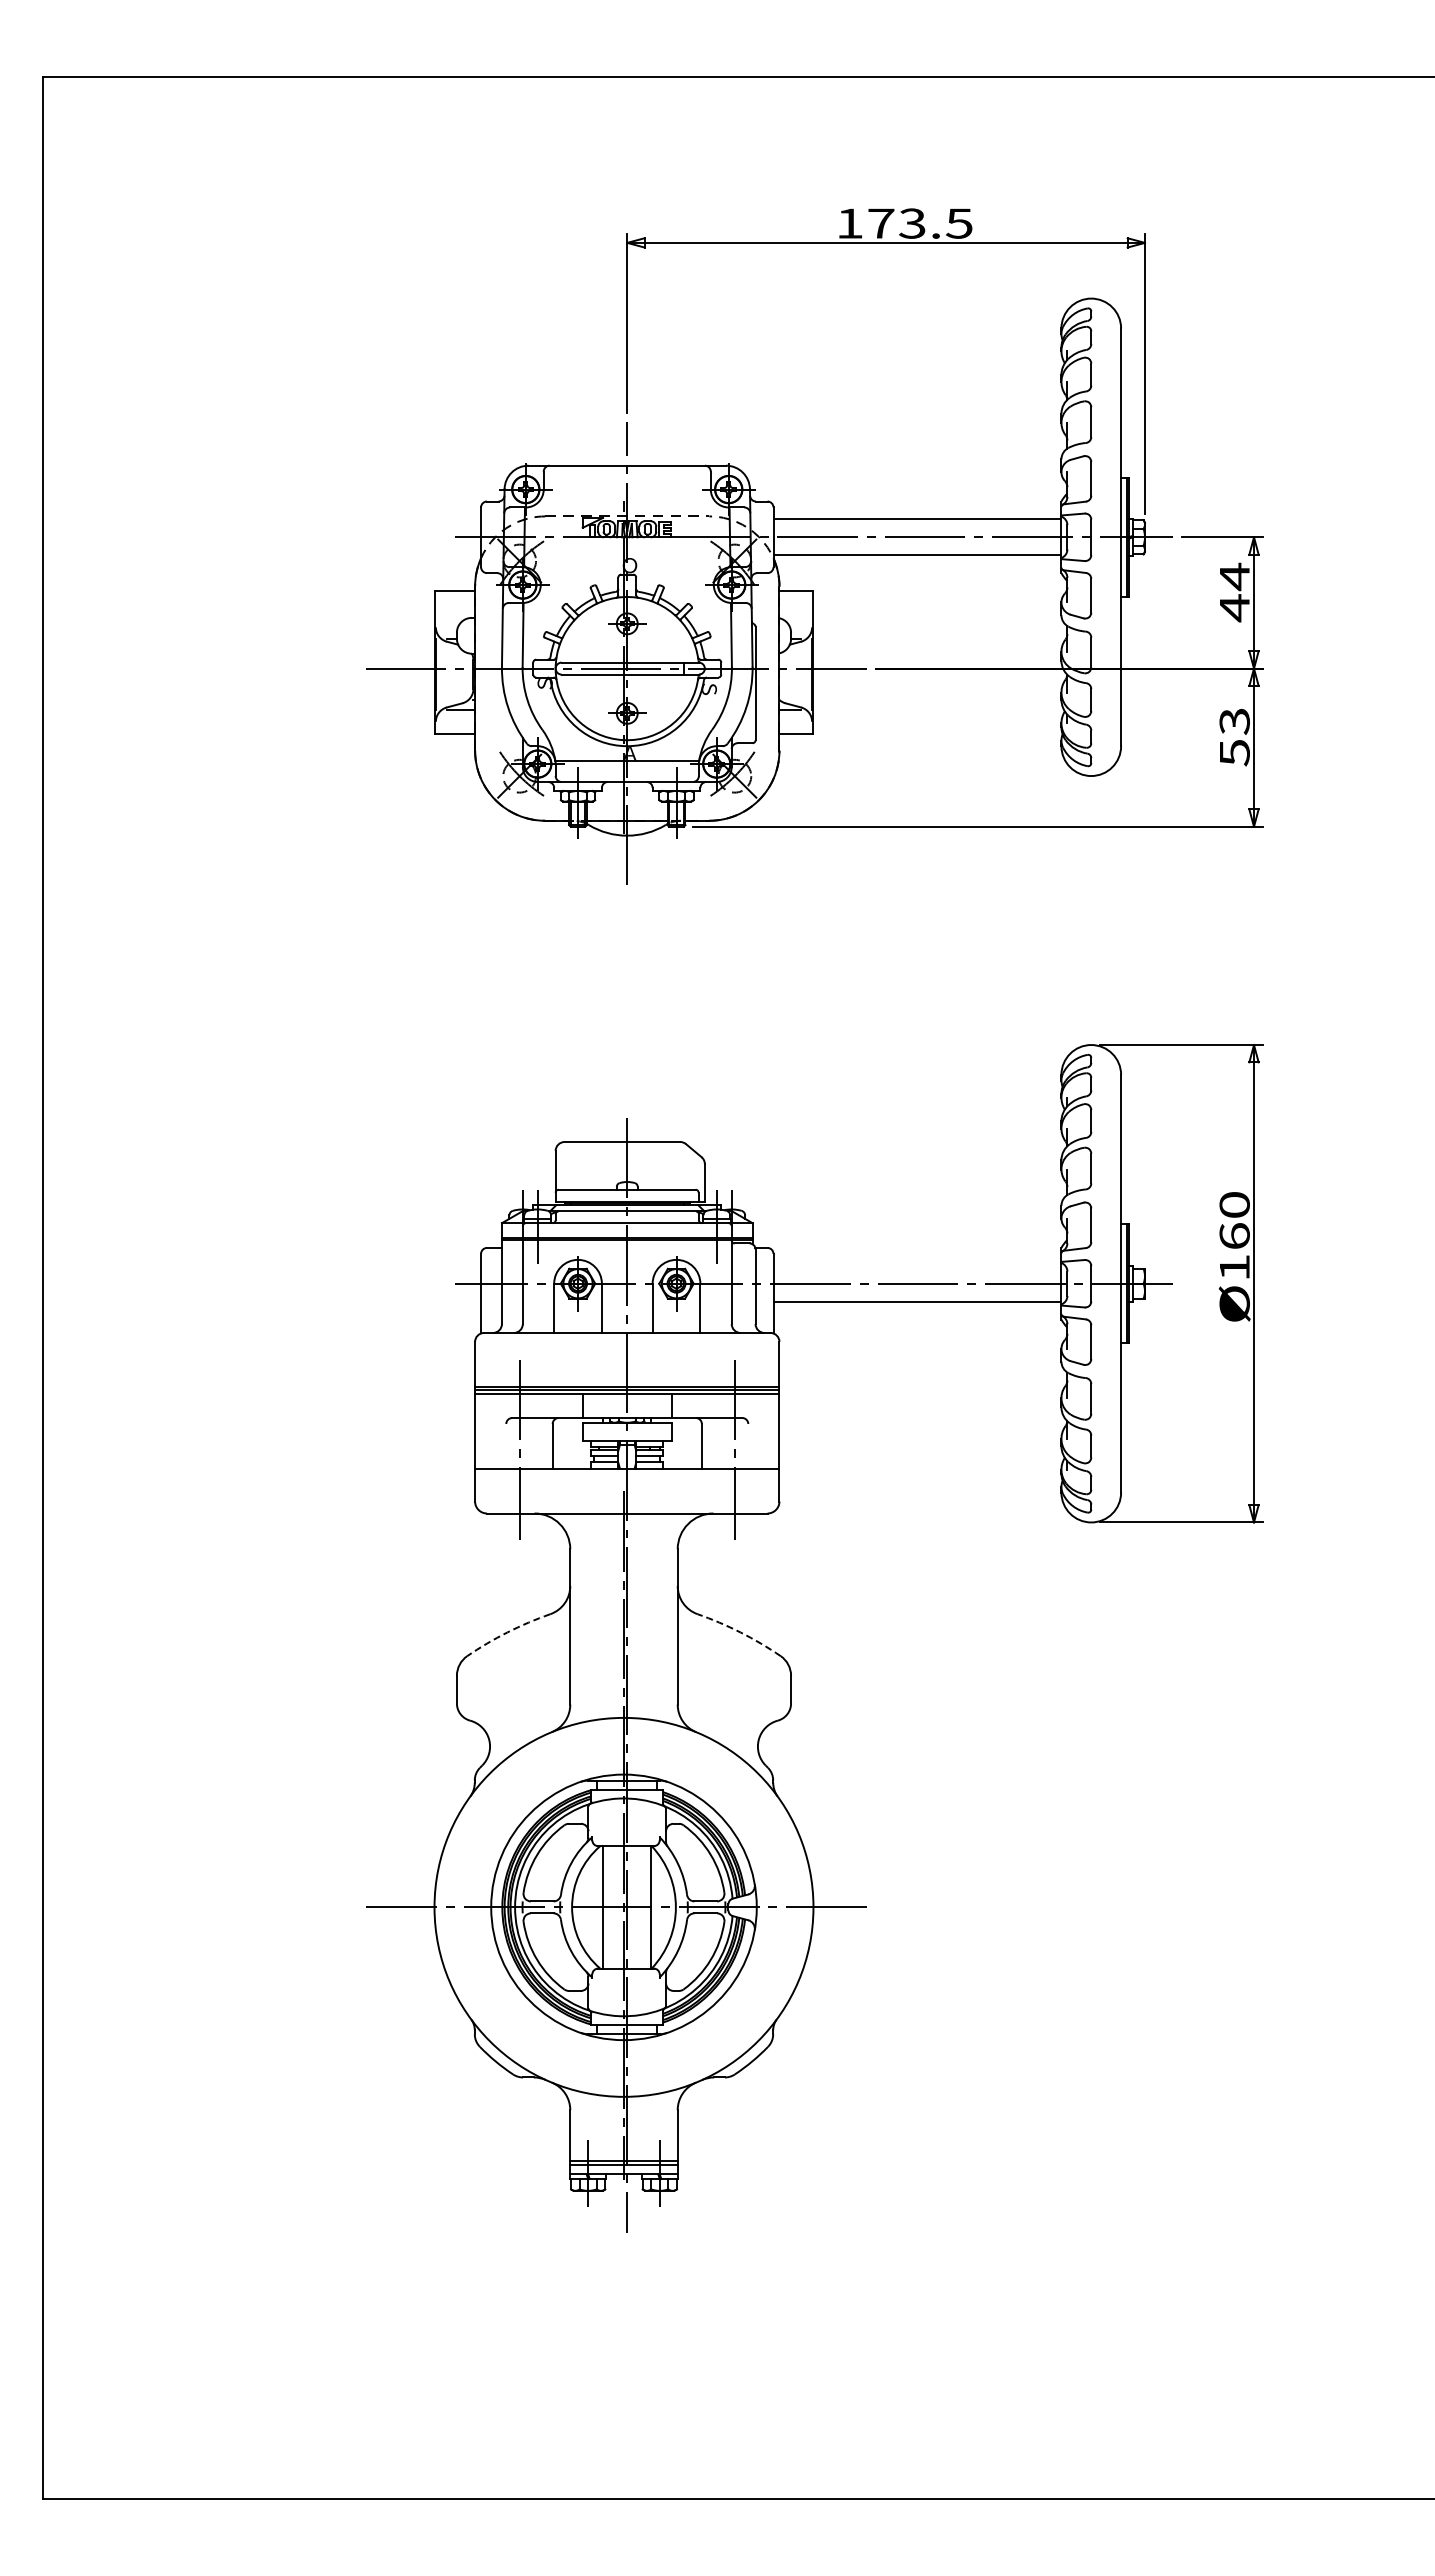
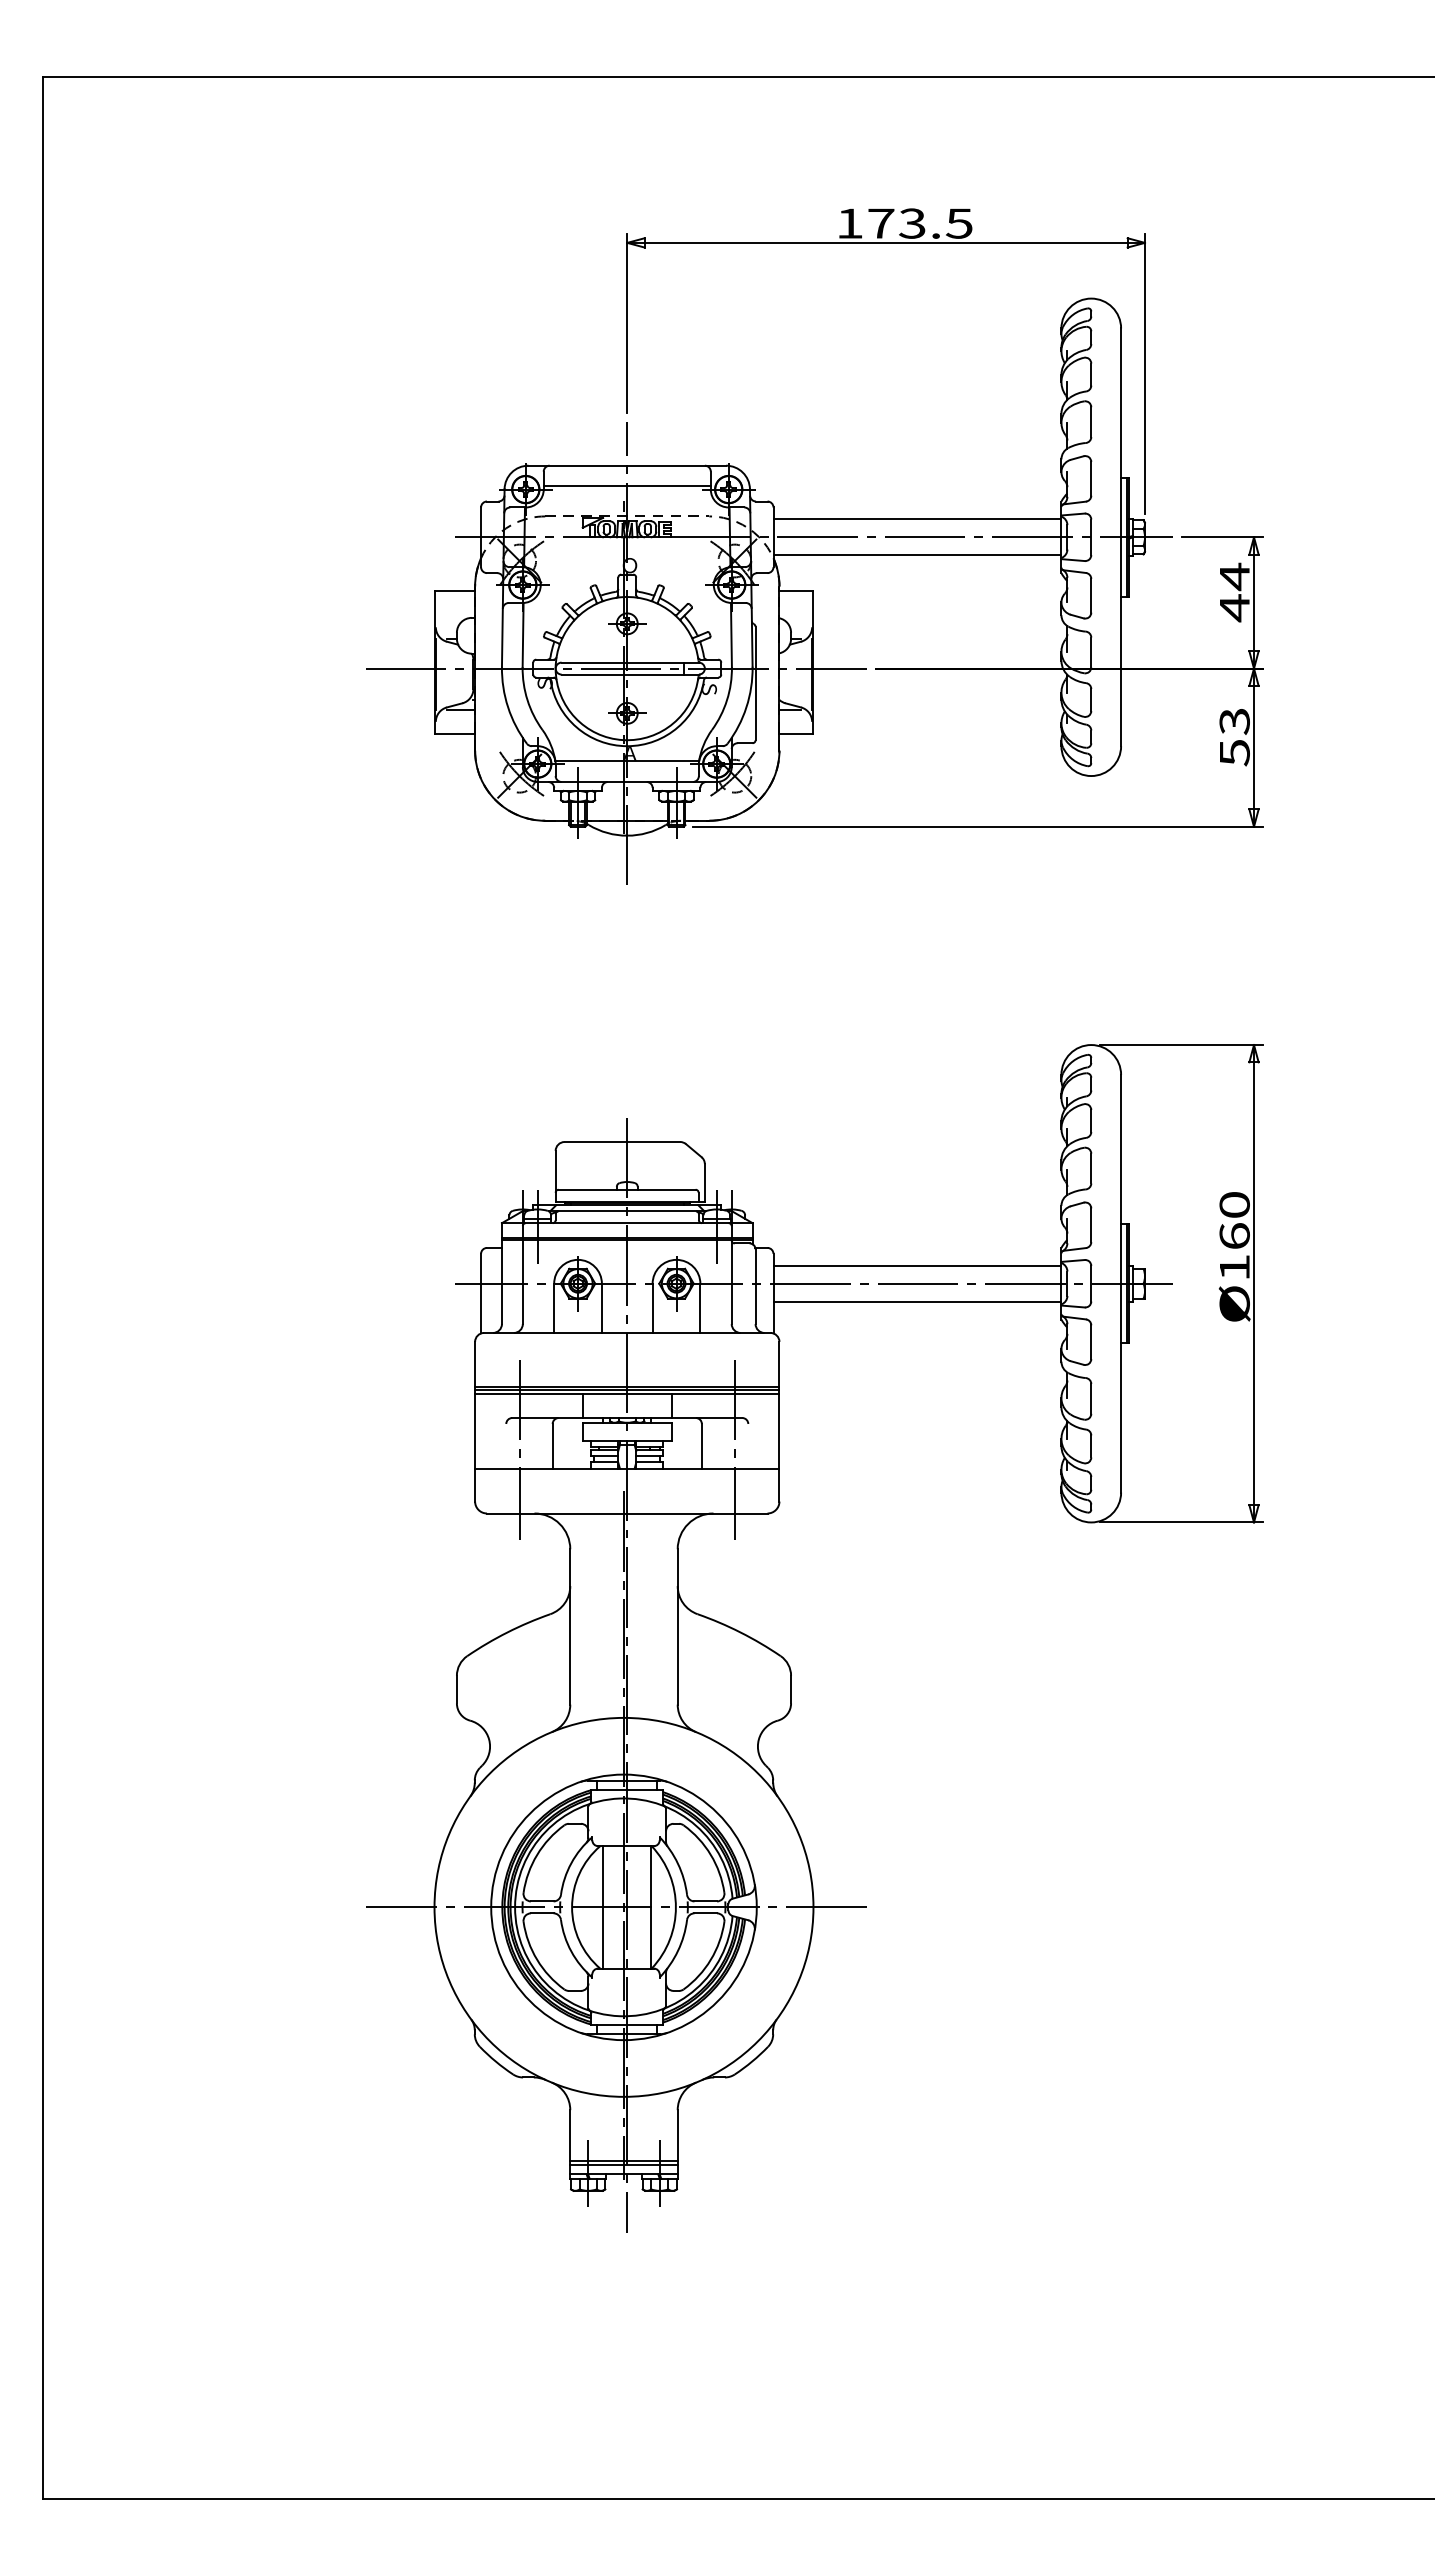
line at (626, 486): none -> present
line at (917, 1265): none -> present
arc at (507, 1632): dashed -> solid
arc at (740, 1632): dashed -> solid
